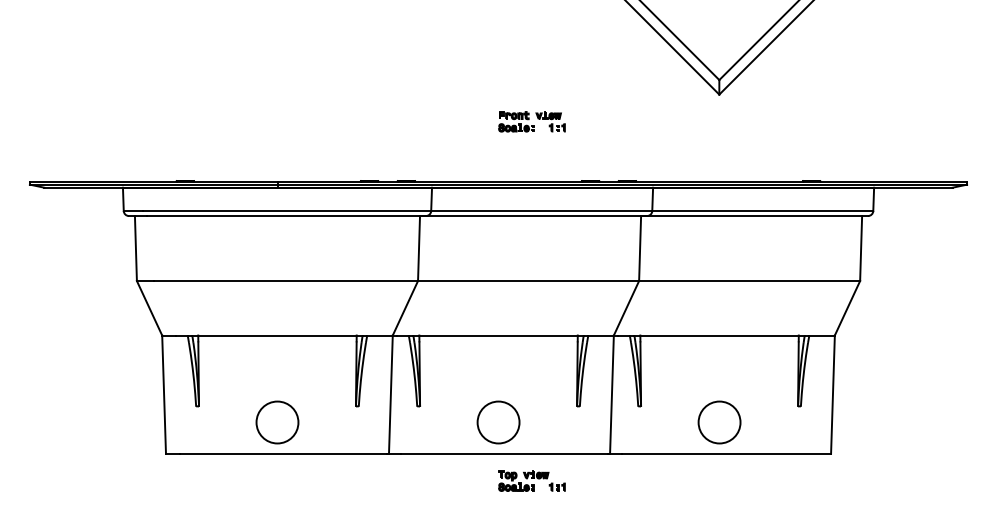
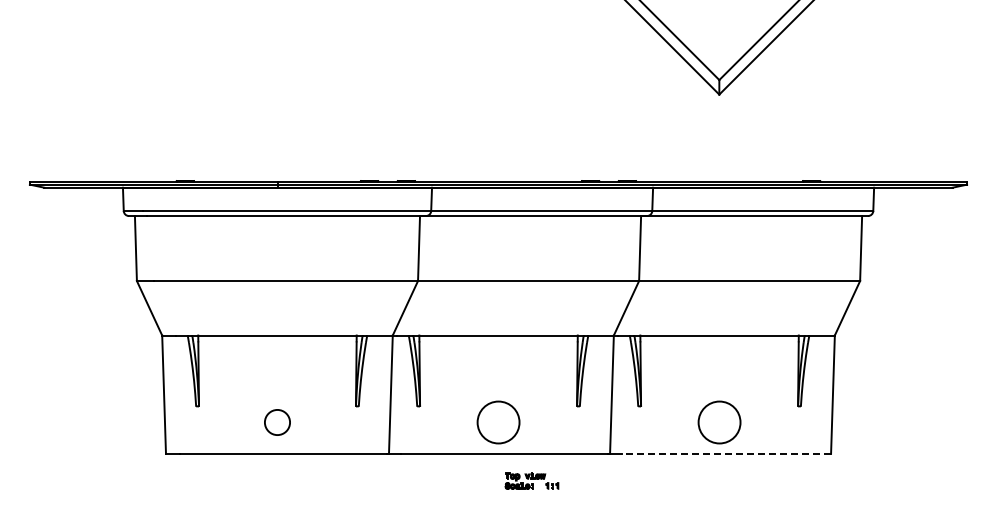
part at (531, 121): present -> none
circle at (277, 422) diameter: 42 px -> 25 px
line at (726, 453): solid -> dashed
part at (531, 480) size: 68x22 px -> 56x18 px
